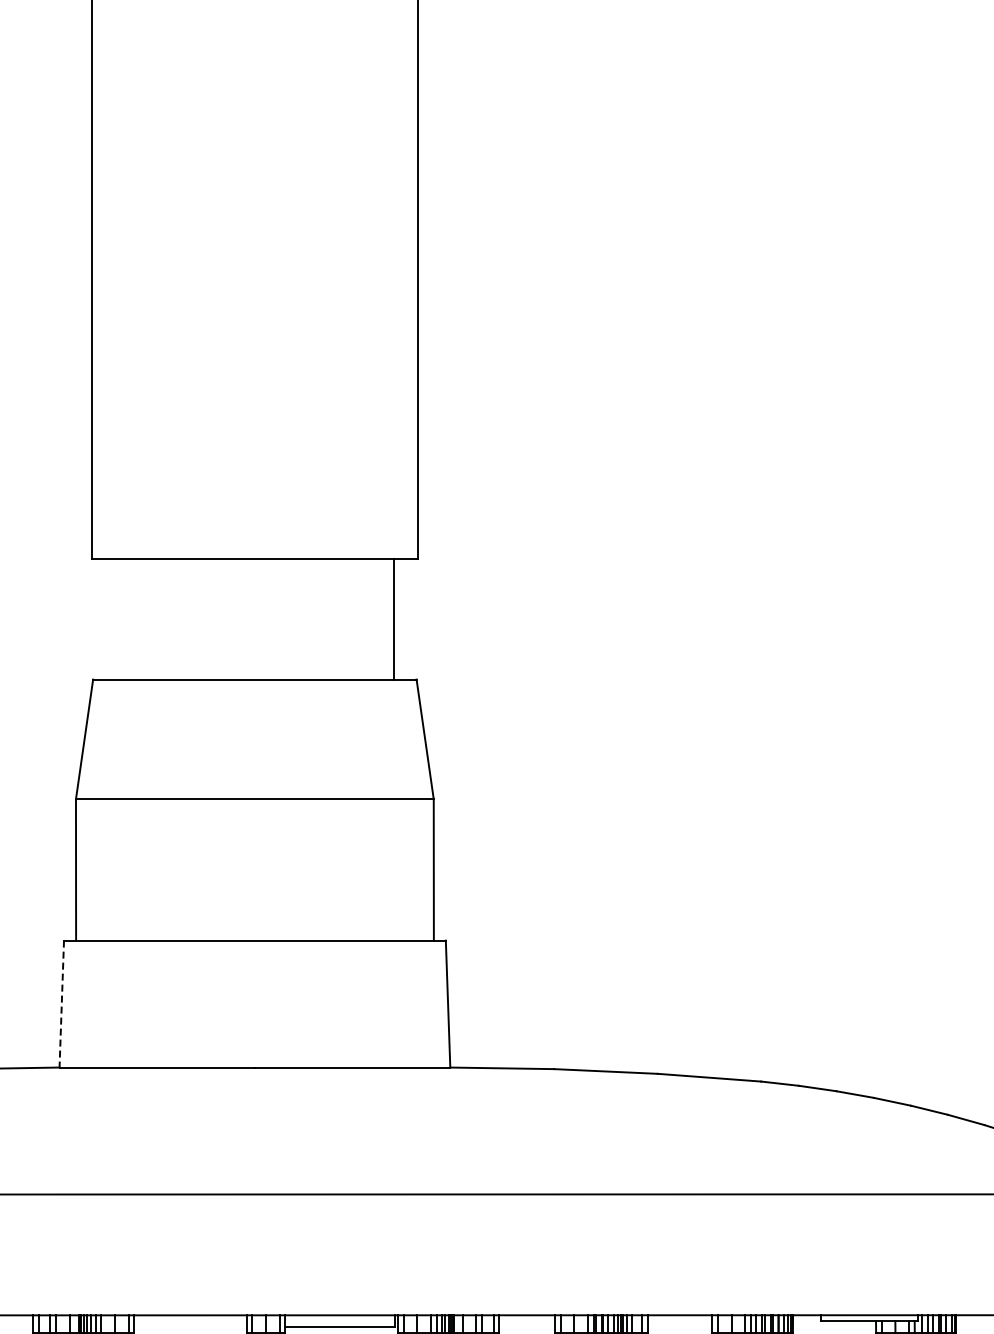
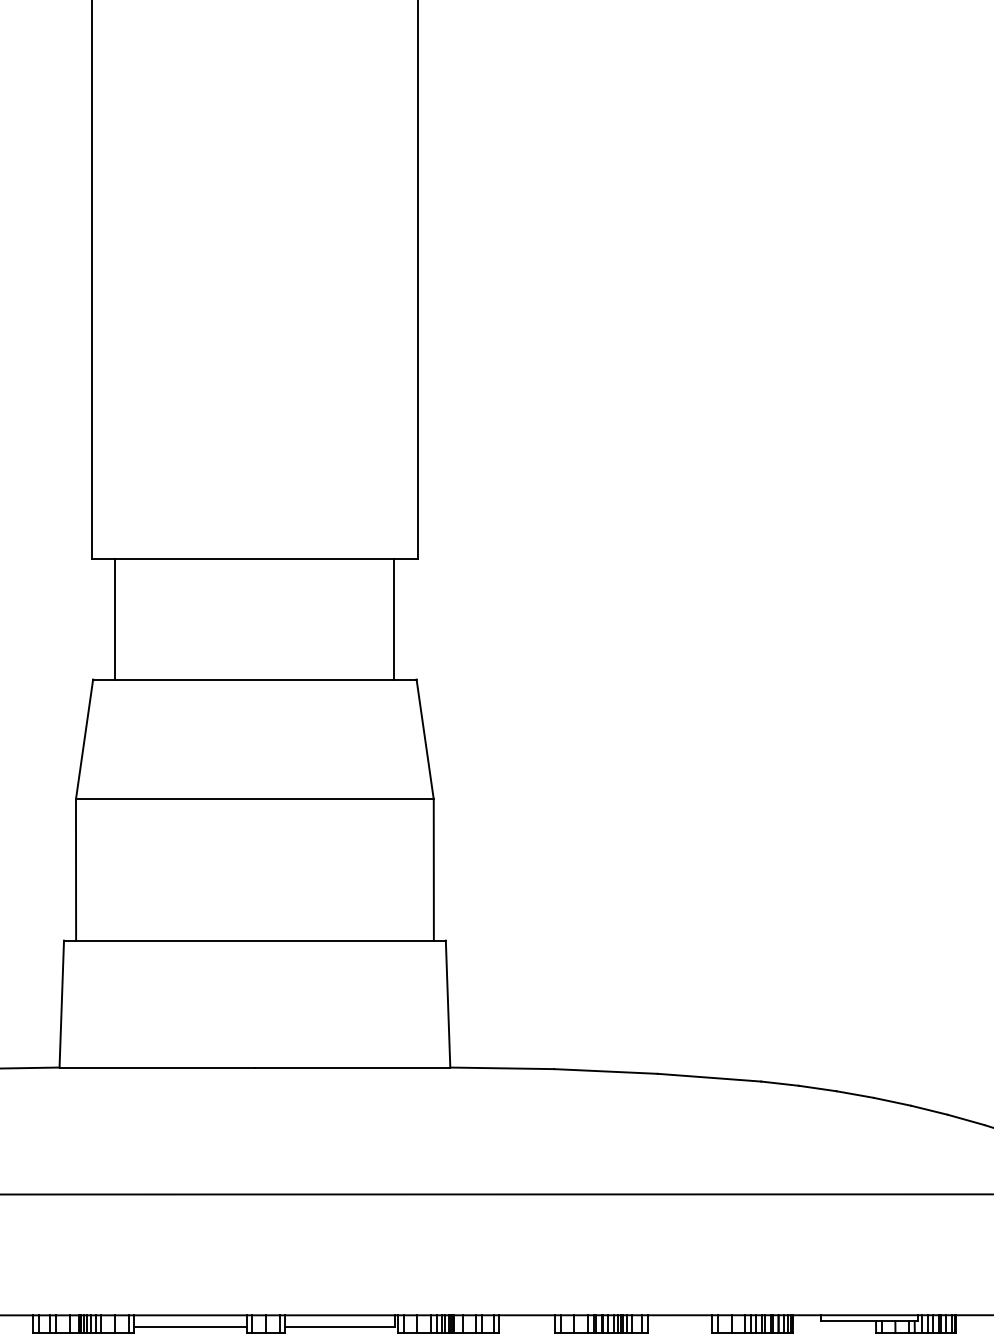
line at (115, 619): none -> present
line at (61, 1004): dashed -> solid
line at (190, 1327): none -> present
